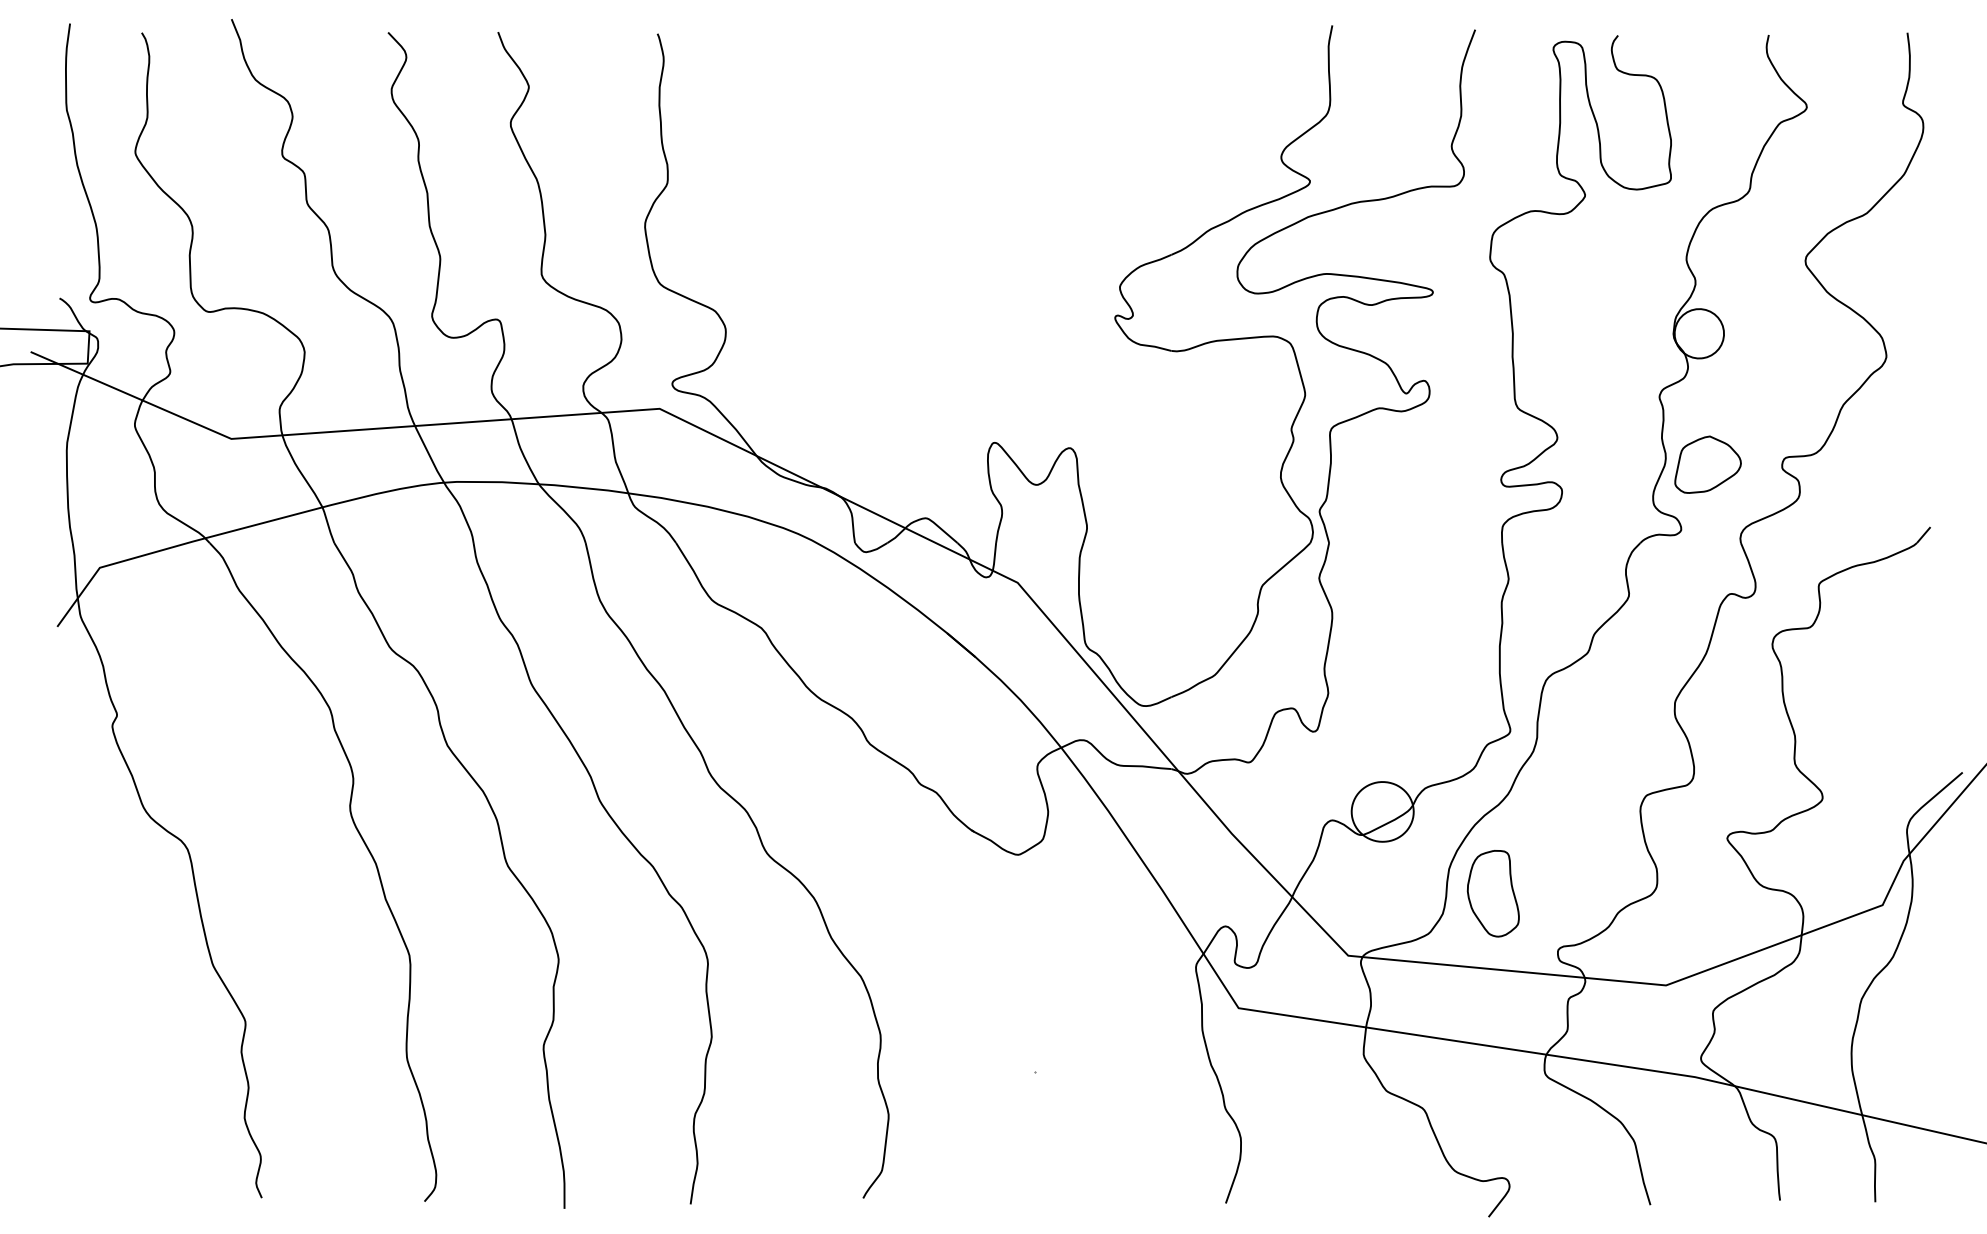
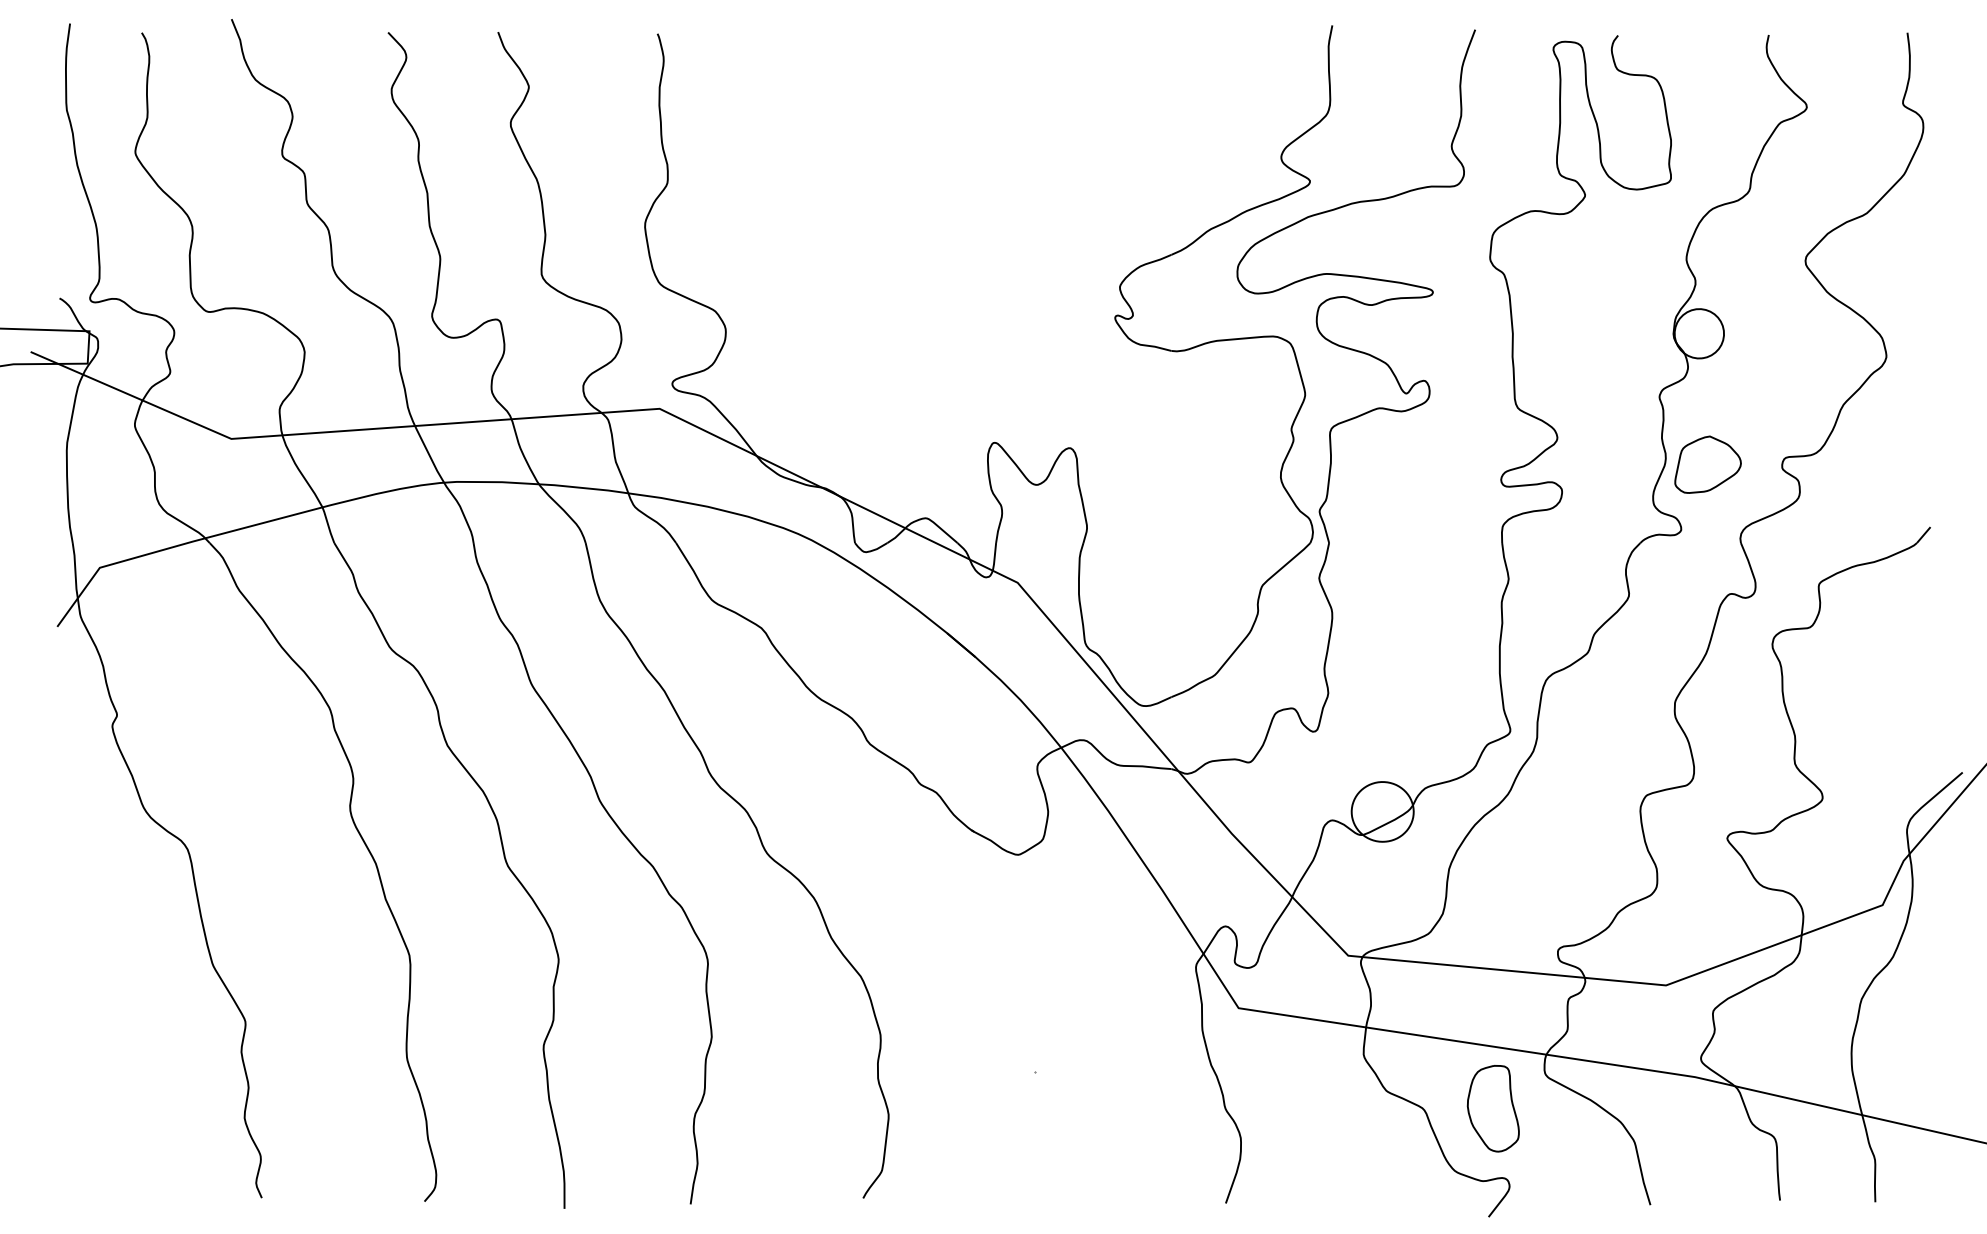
part at (1492, 893) position: (1492, 893) -> (1492, 1108)
